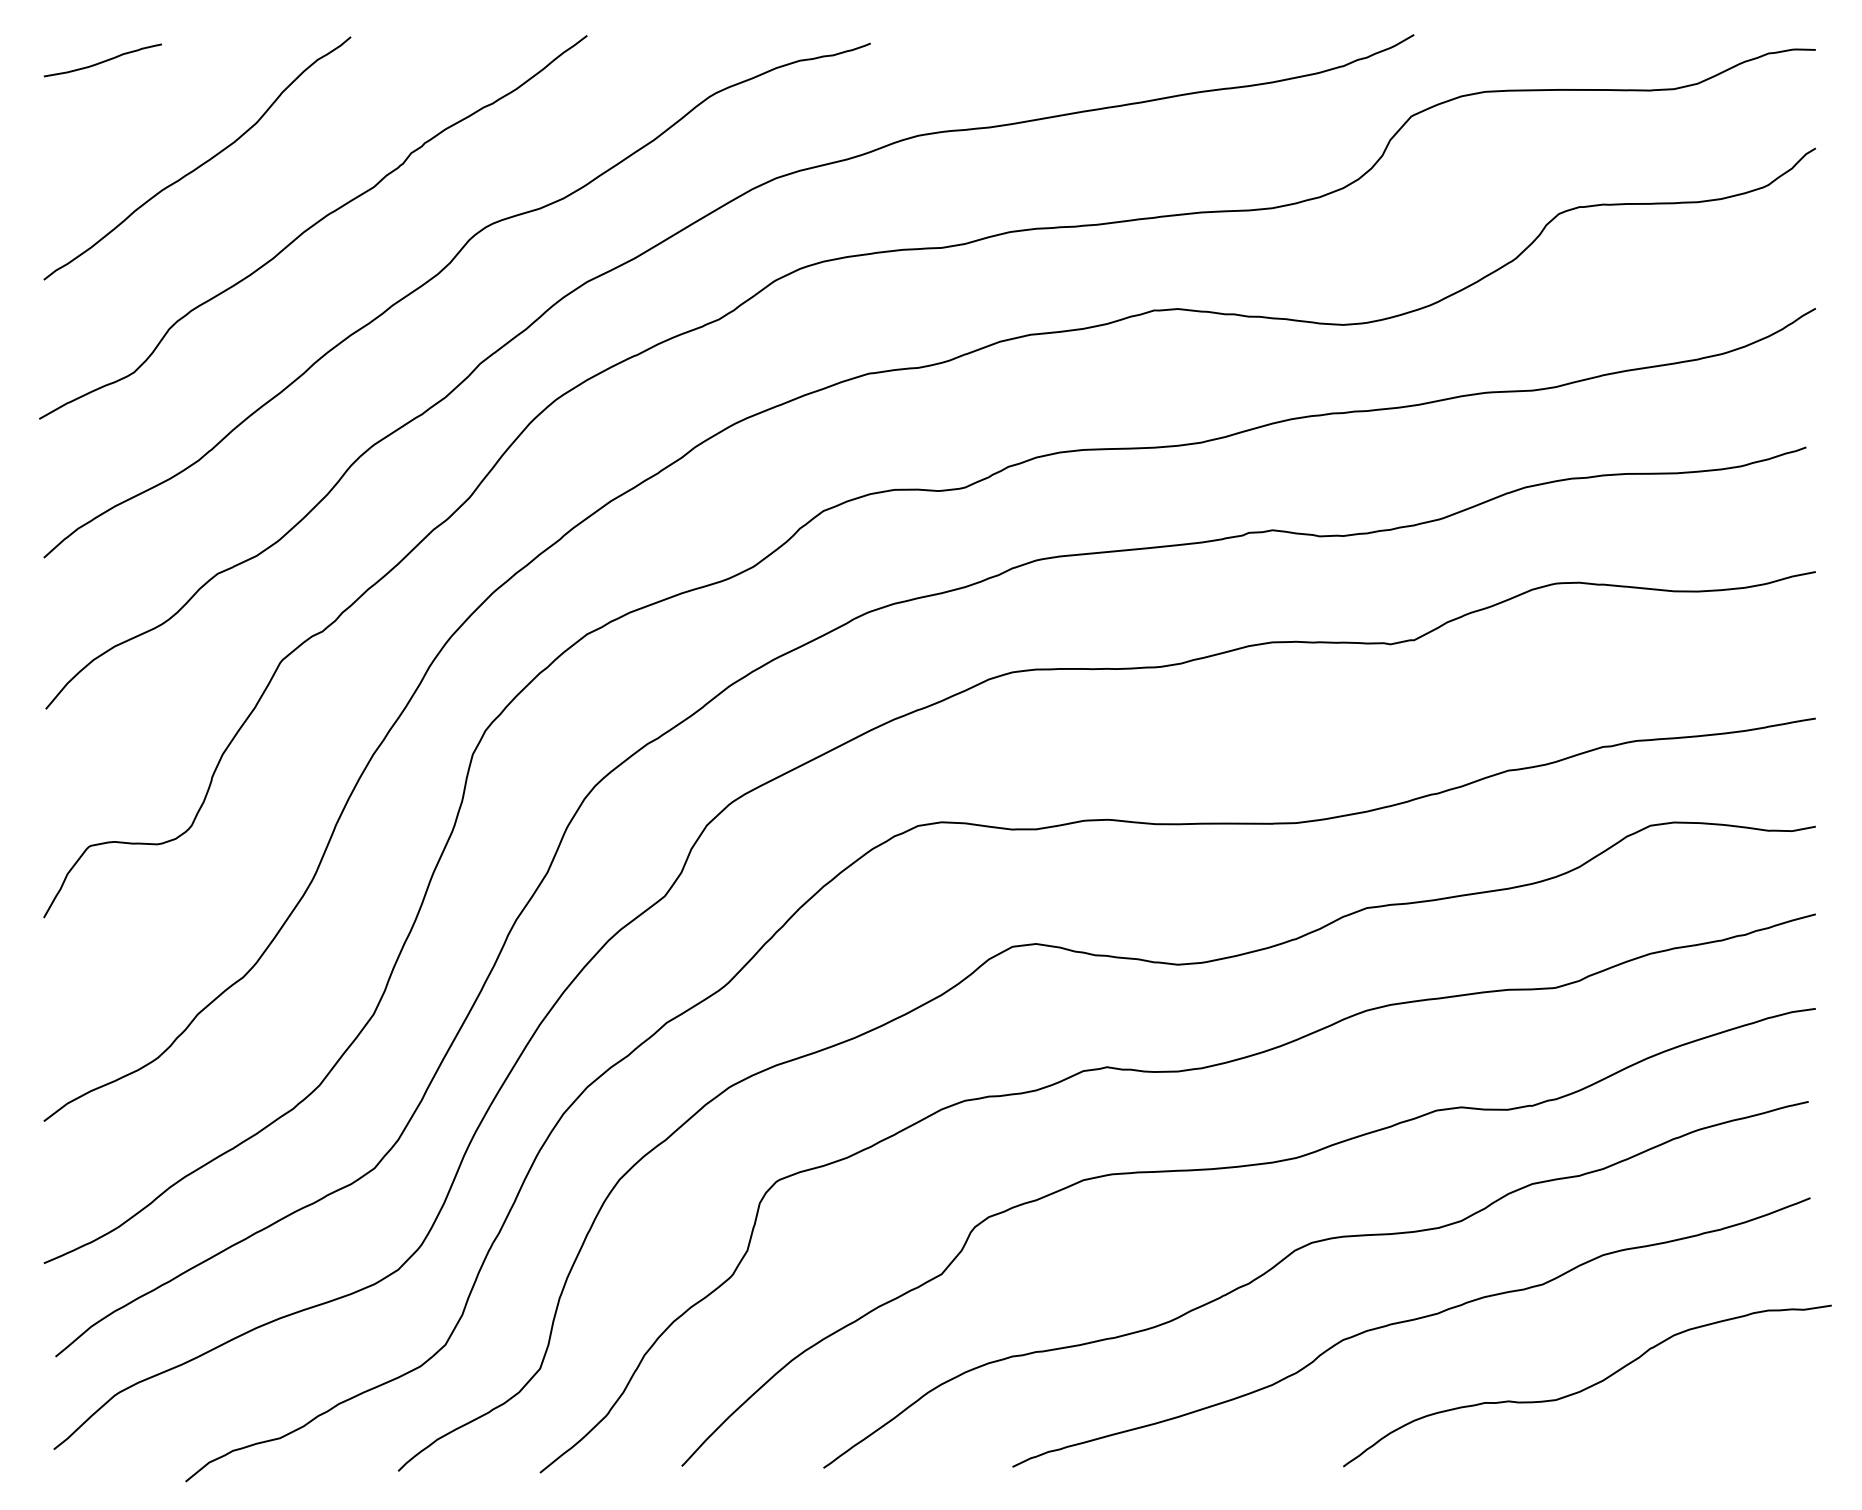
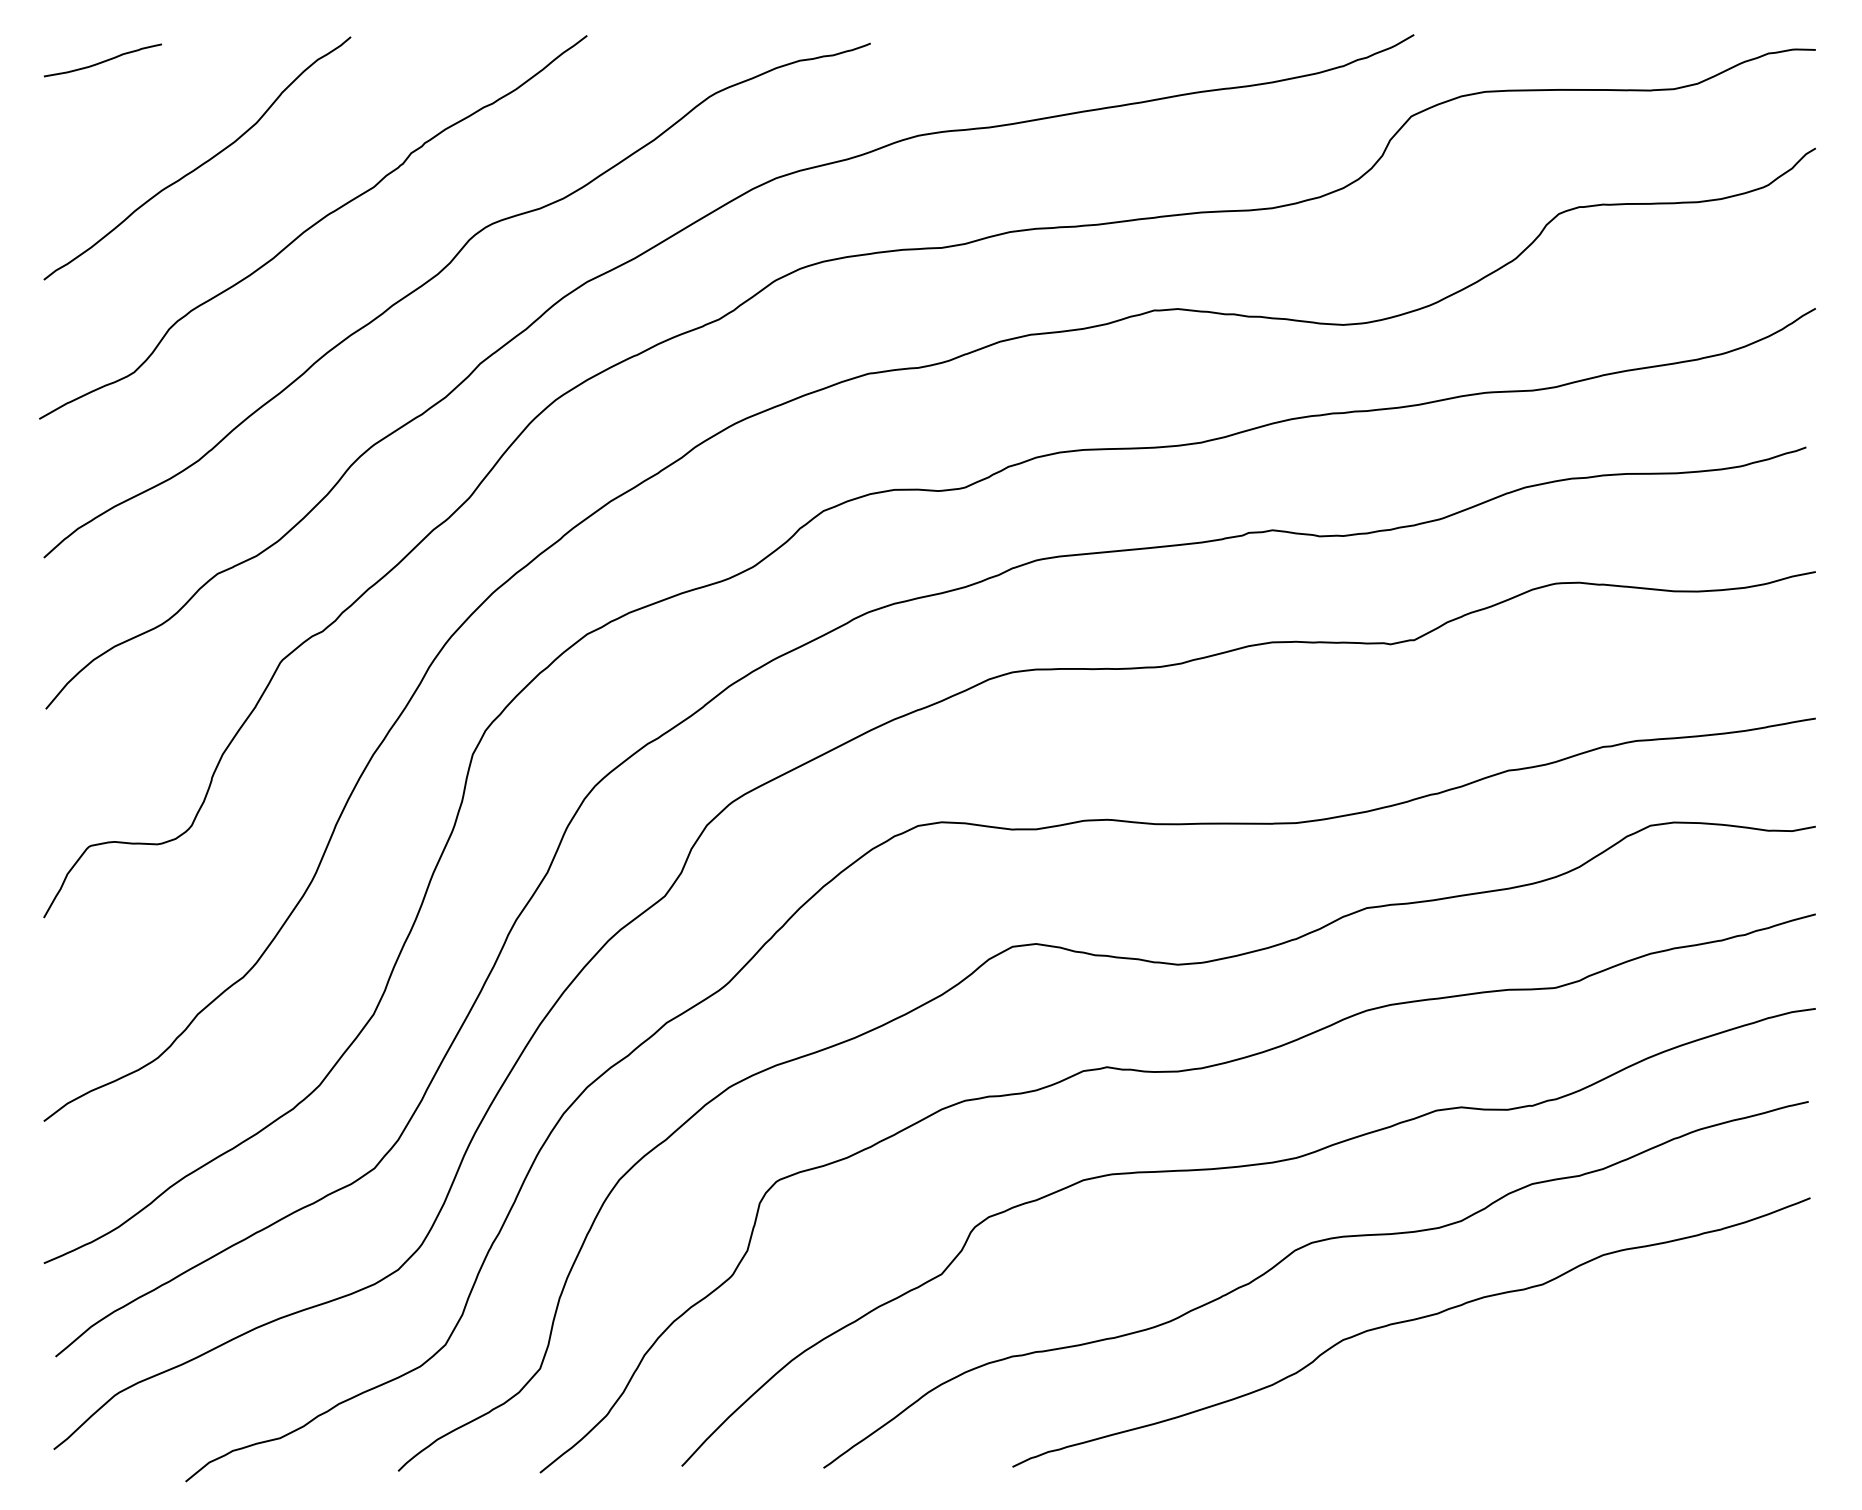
curve at (1588, 1386): present -> none
